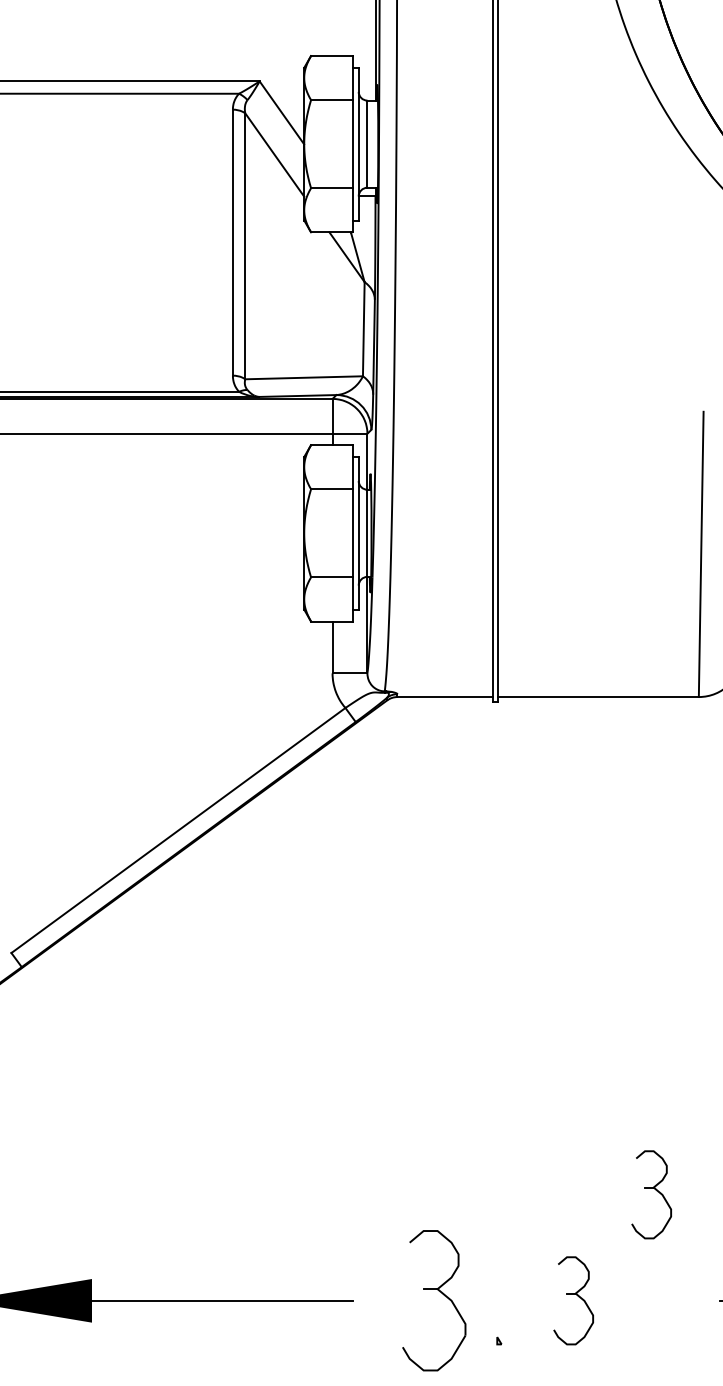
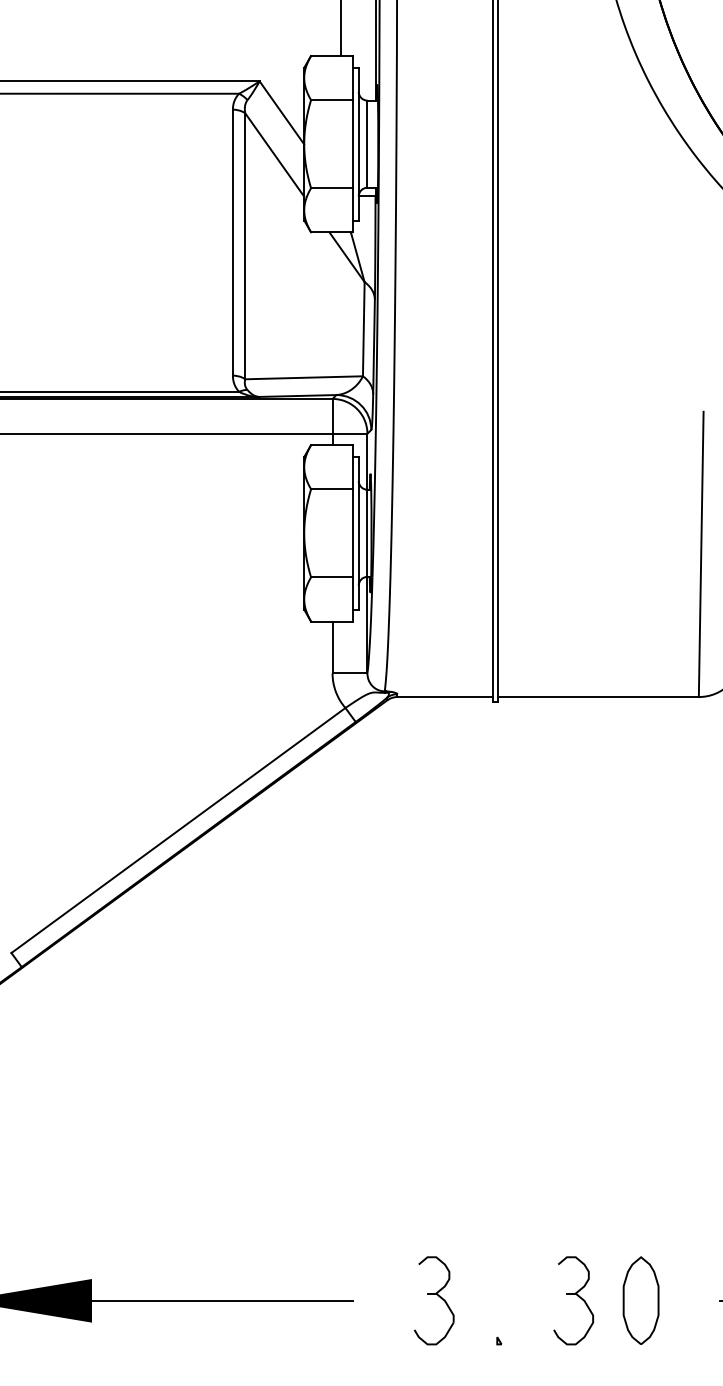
line at (340, 29): none -> present
part at (651, 1194): present -> none
part at (434, 1300) size: 65x142 px -> 42x90 px
part at (640, 1300): none -> present
